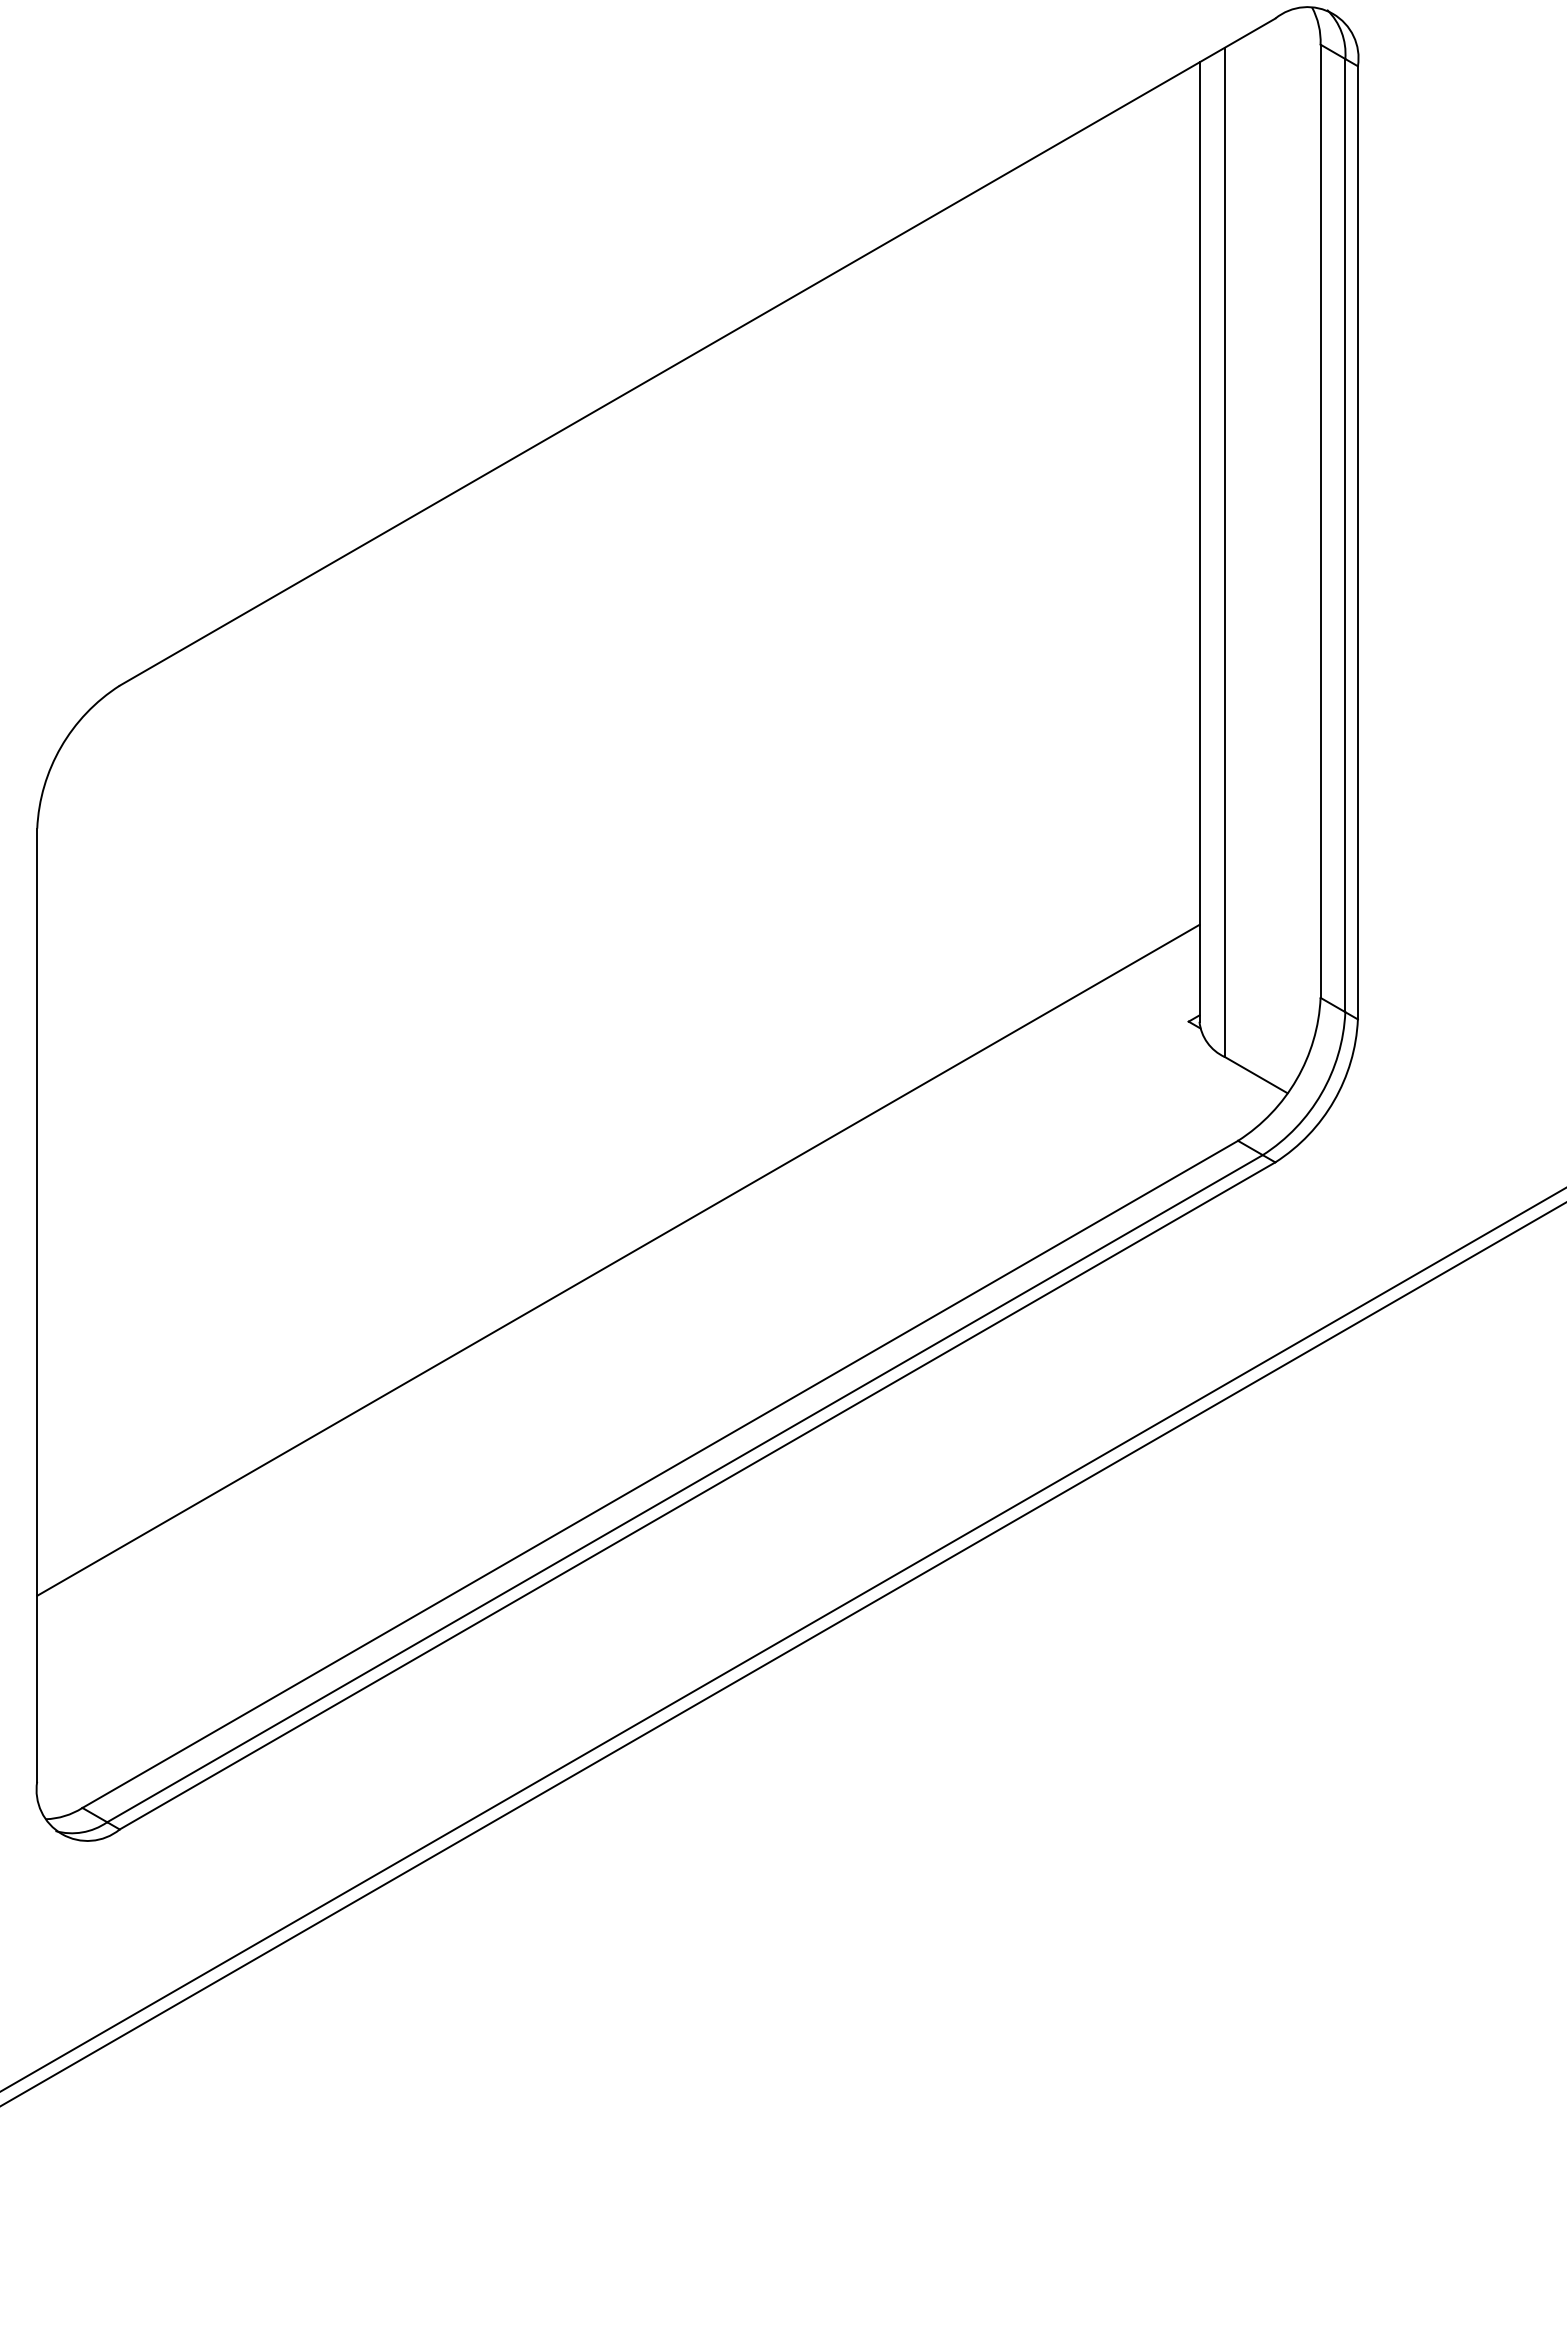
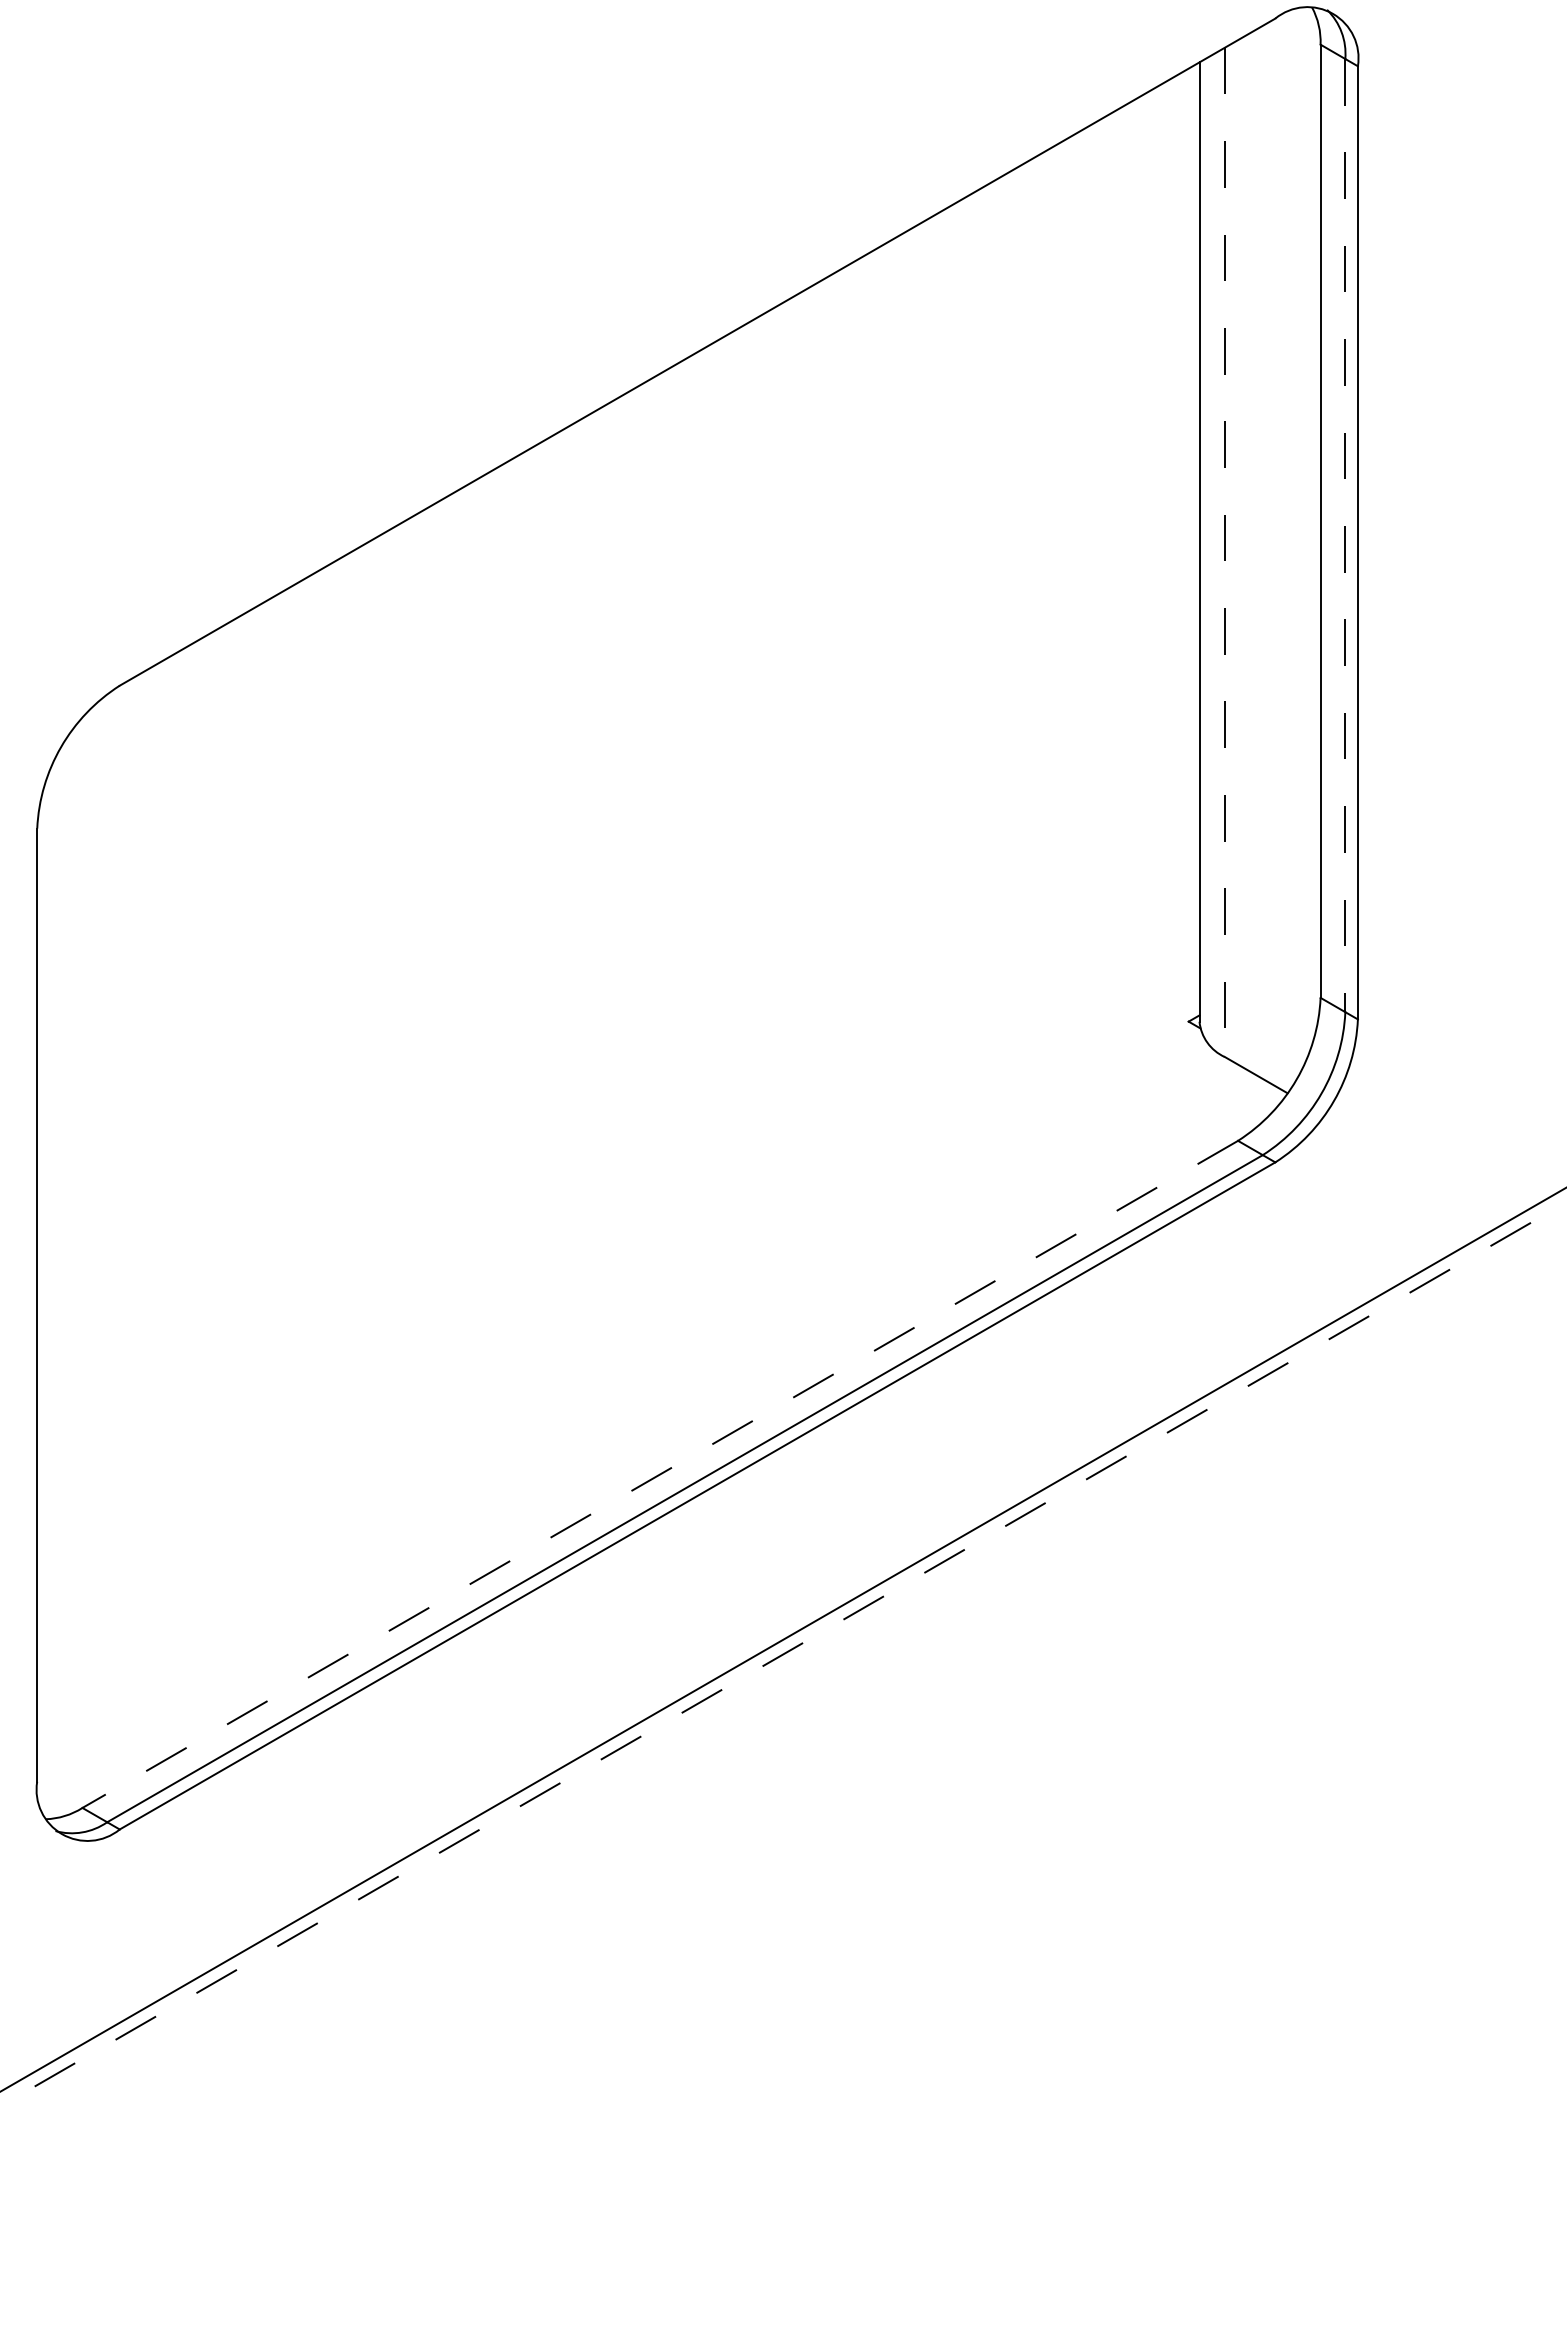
line at (1345, 535): solid -> dashed
line at (1224, 552): solid -> dashed
line at (618, 1259): present -> none
line at (659, 1474): solid -> dashed
line at (784, 1653): solid -> dashed
